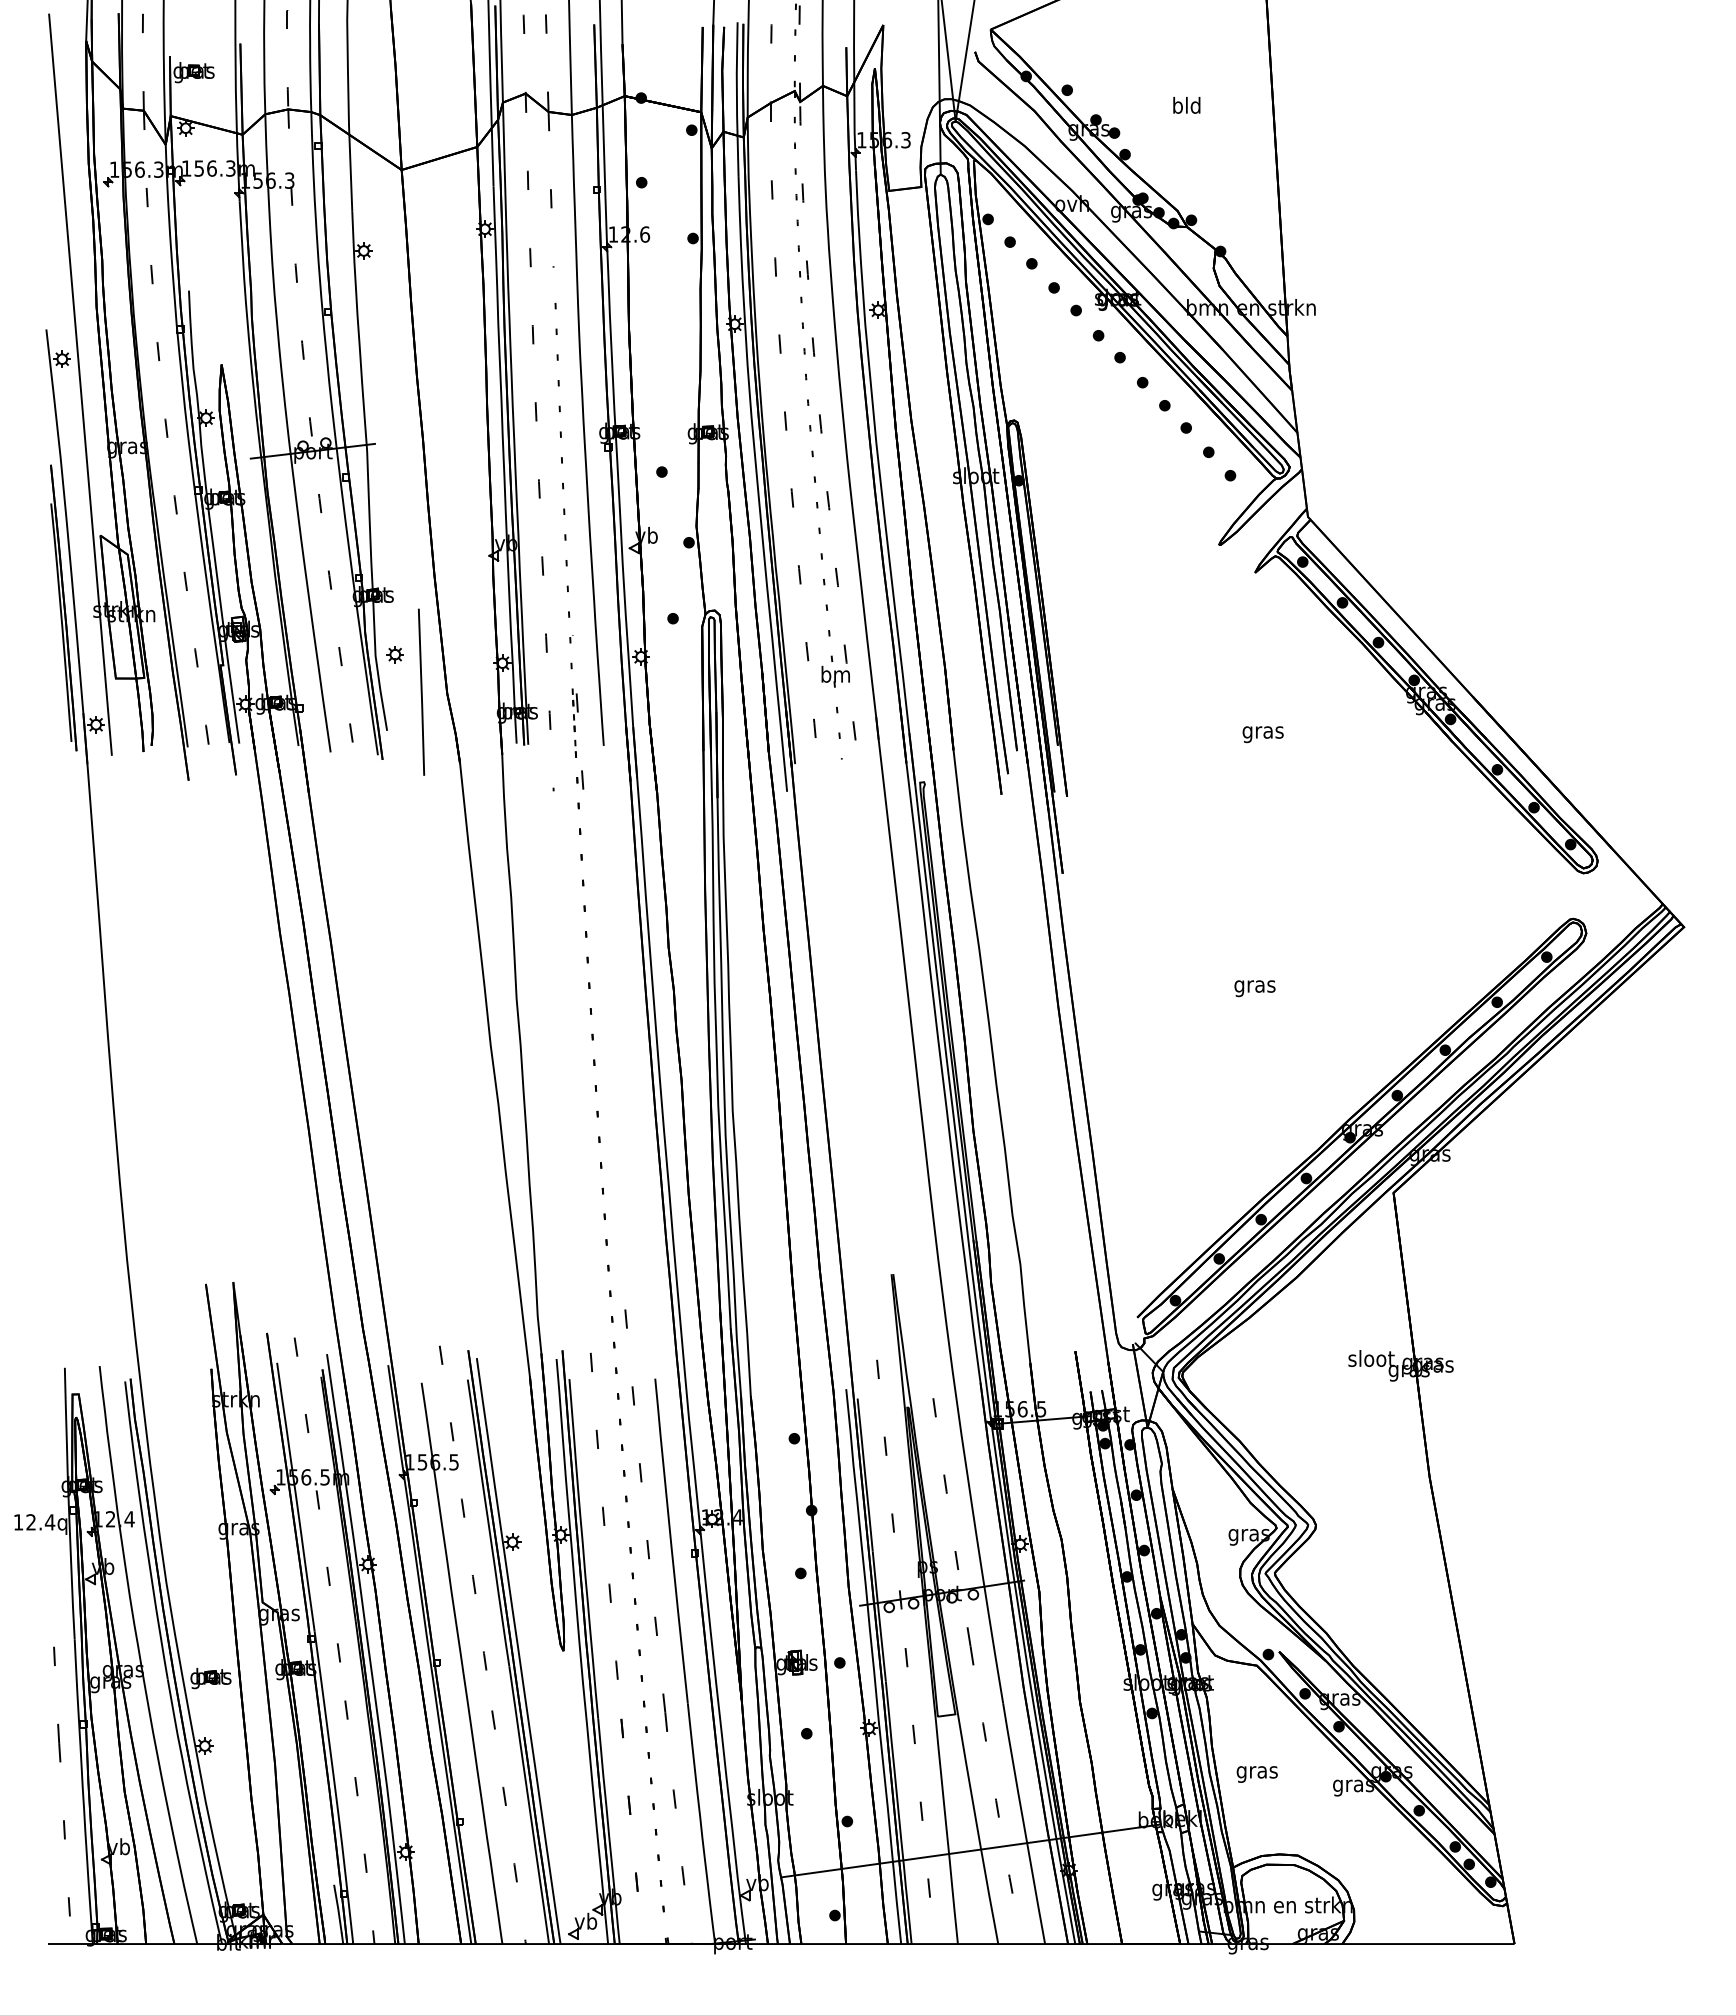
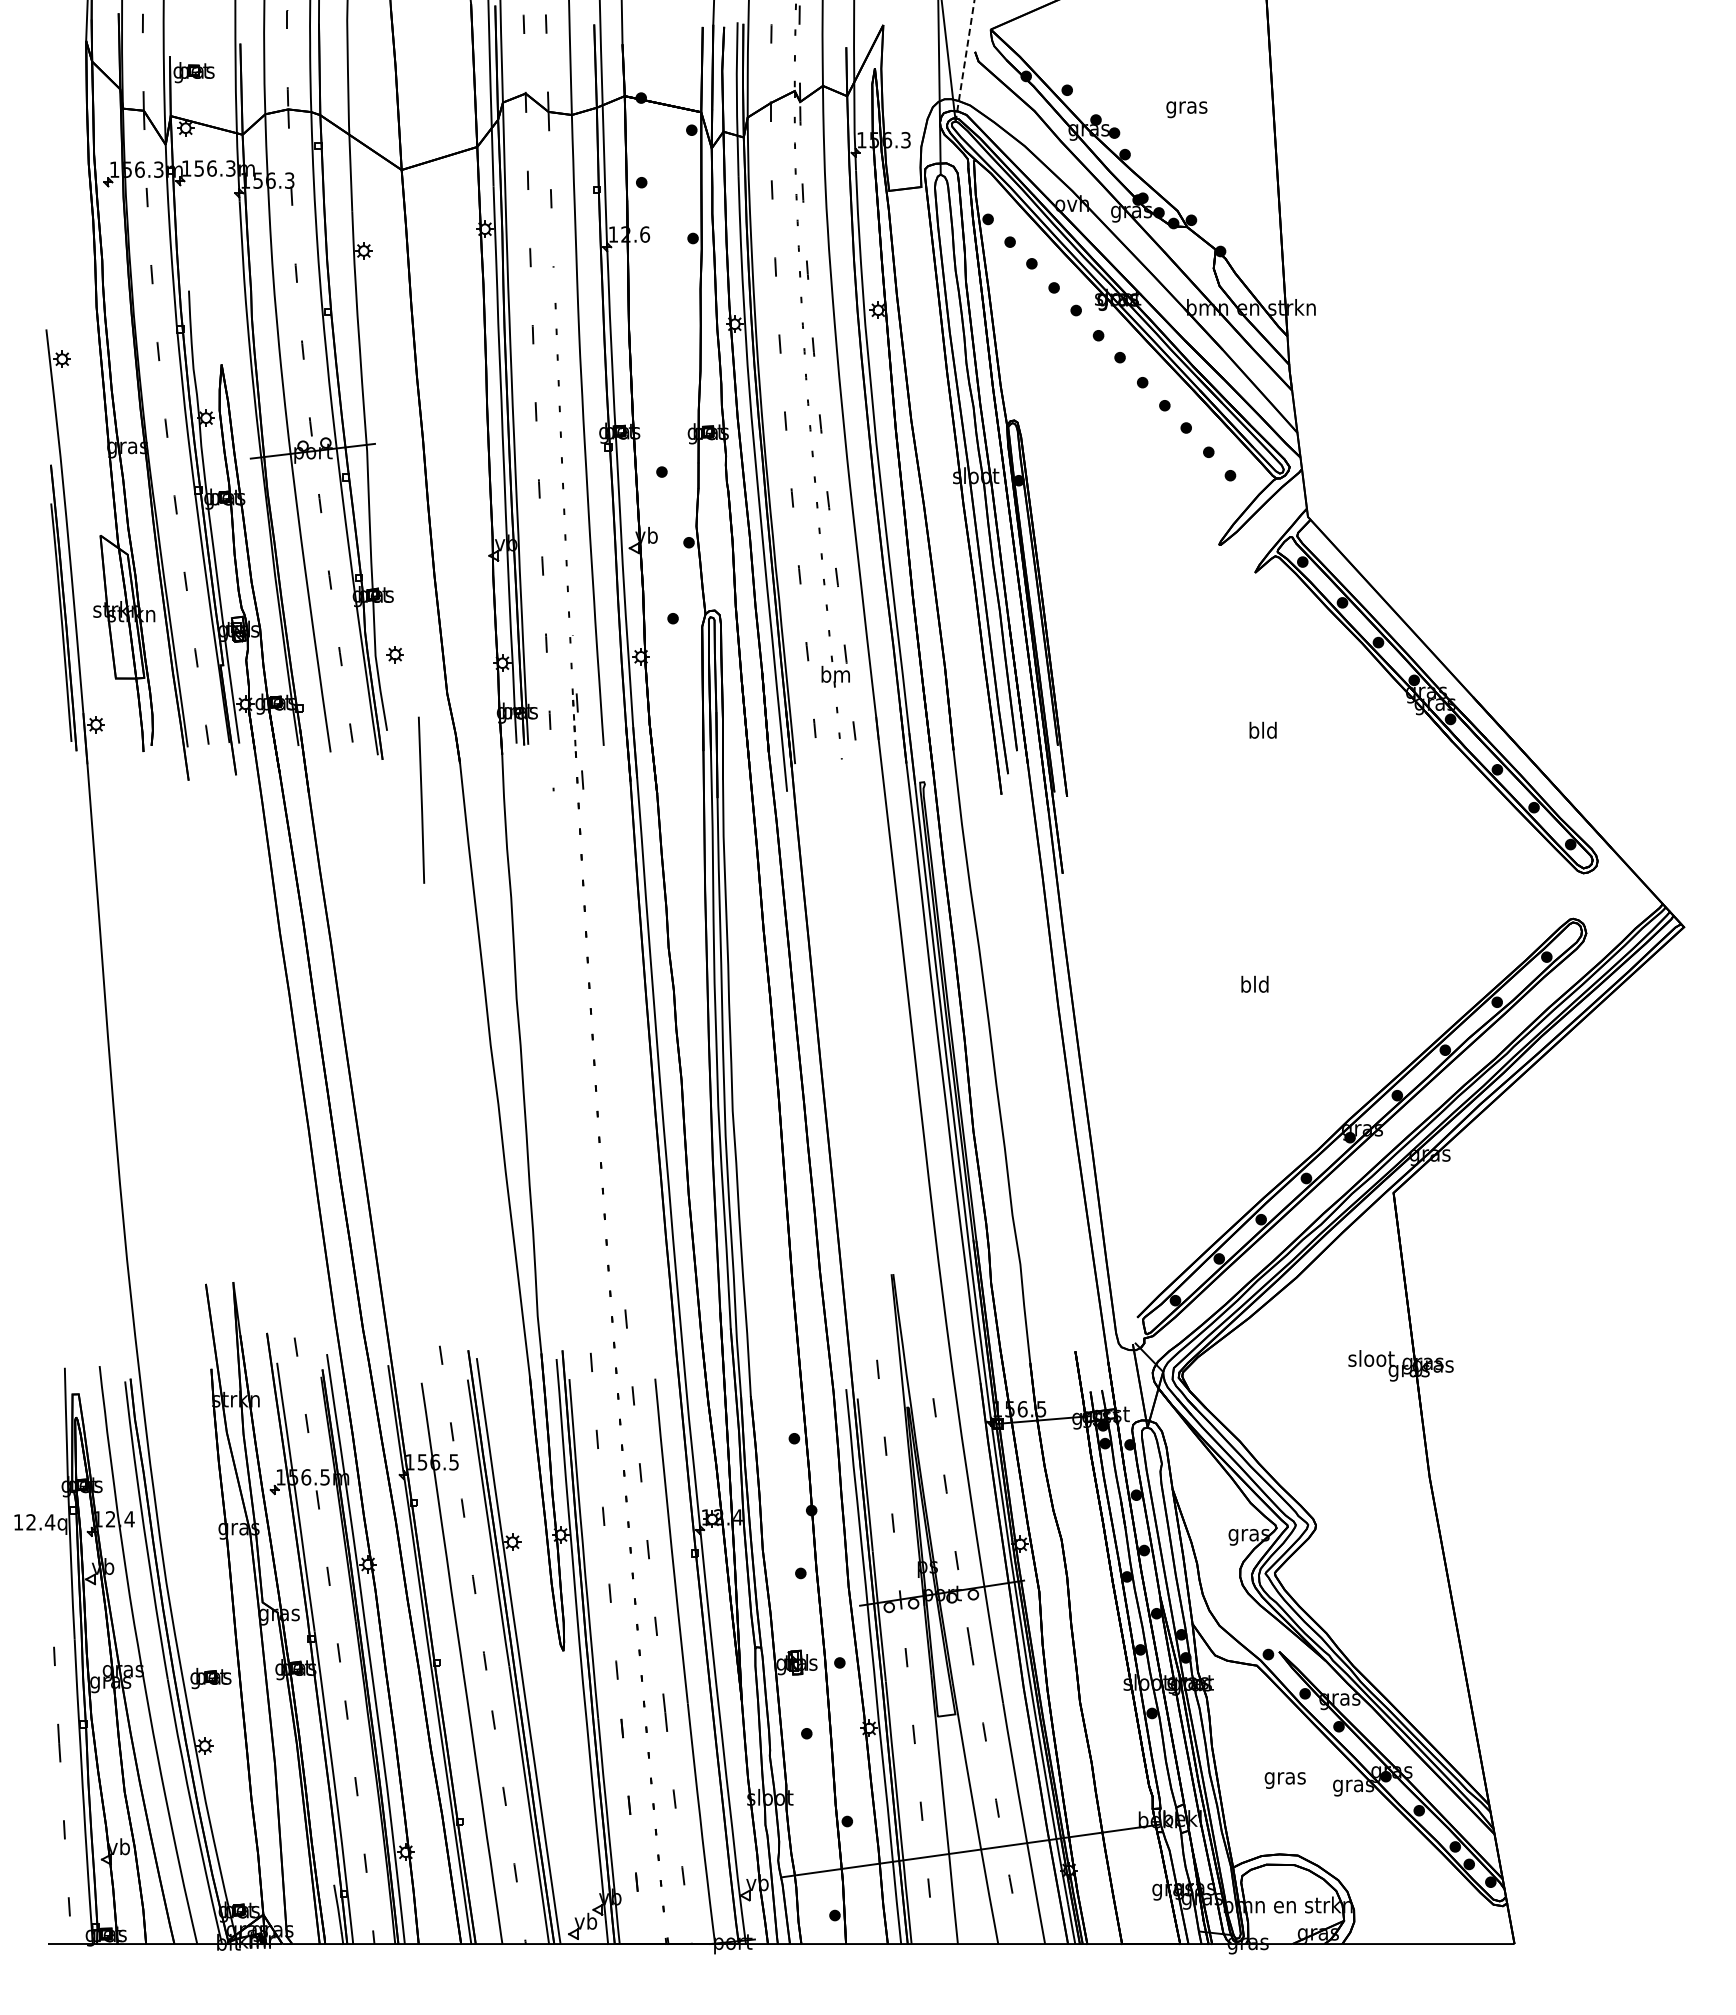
line at (965, 61): solid -> dashed
text at (1186, 107): bld -> gras
line at (80, 384): present -> none
line at (421, 691) position: (421, 691) -> (421, 799)
text at (1262, 732): gras -> bld
text at (1254, 986): gras -> bld
text at (1256, 1774) position: (1256, 1774) -> (1284, 1780)
